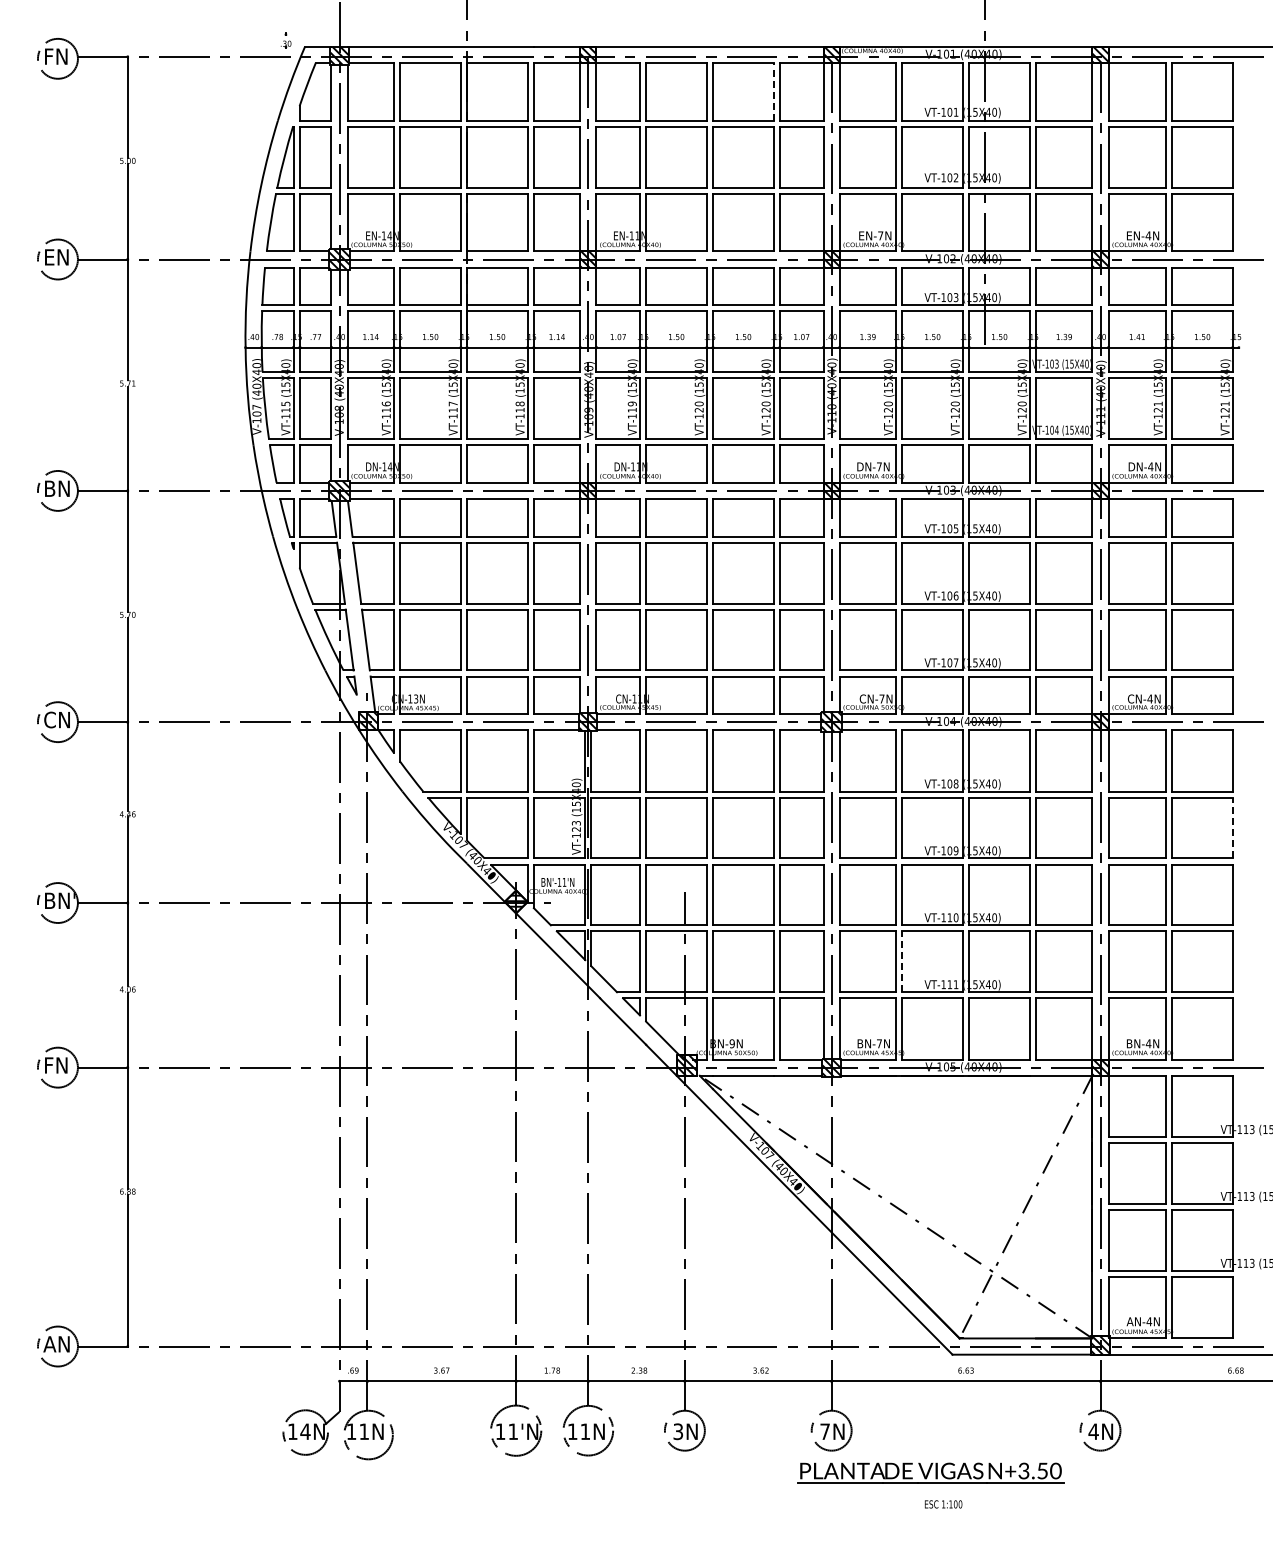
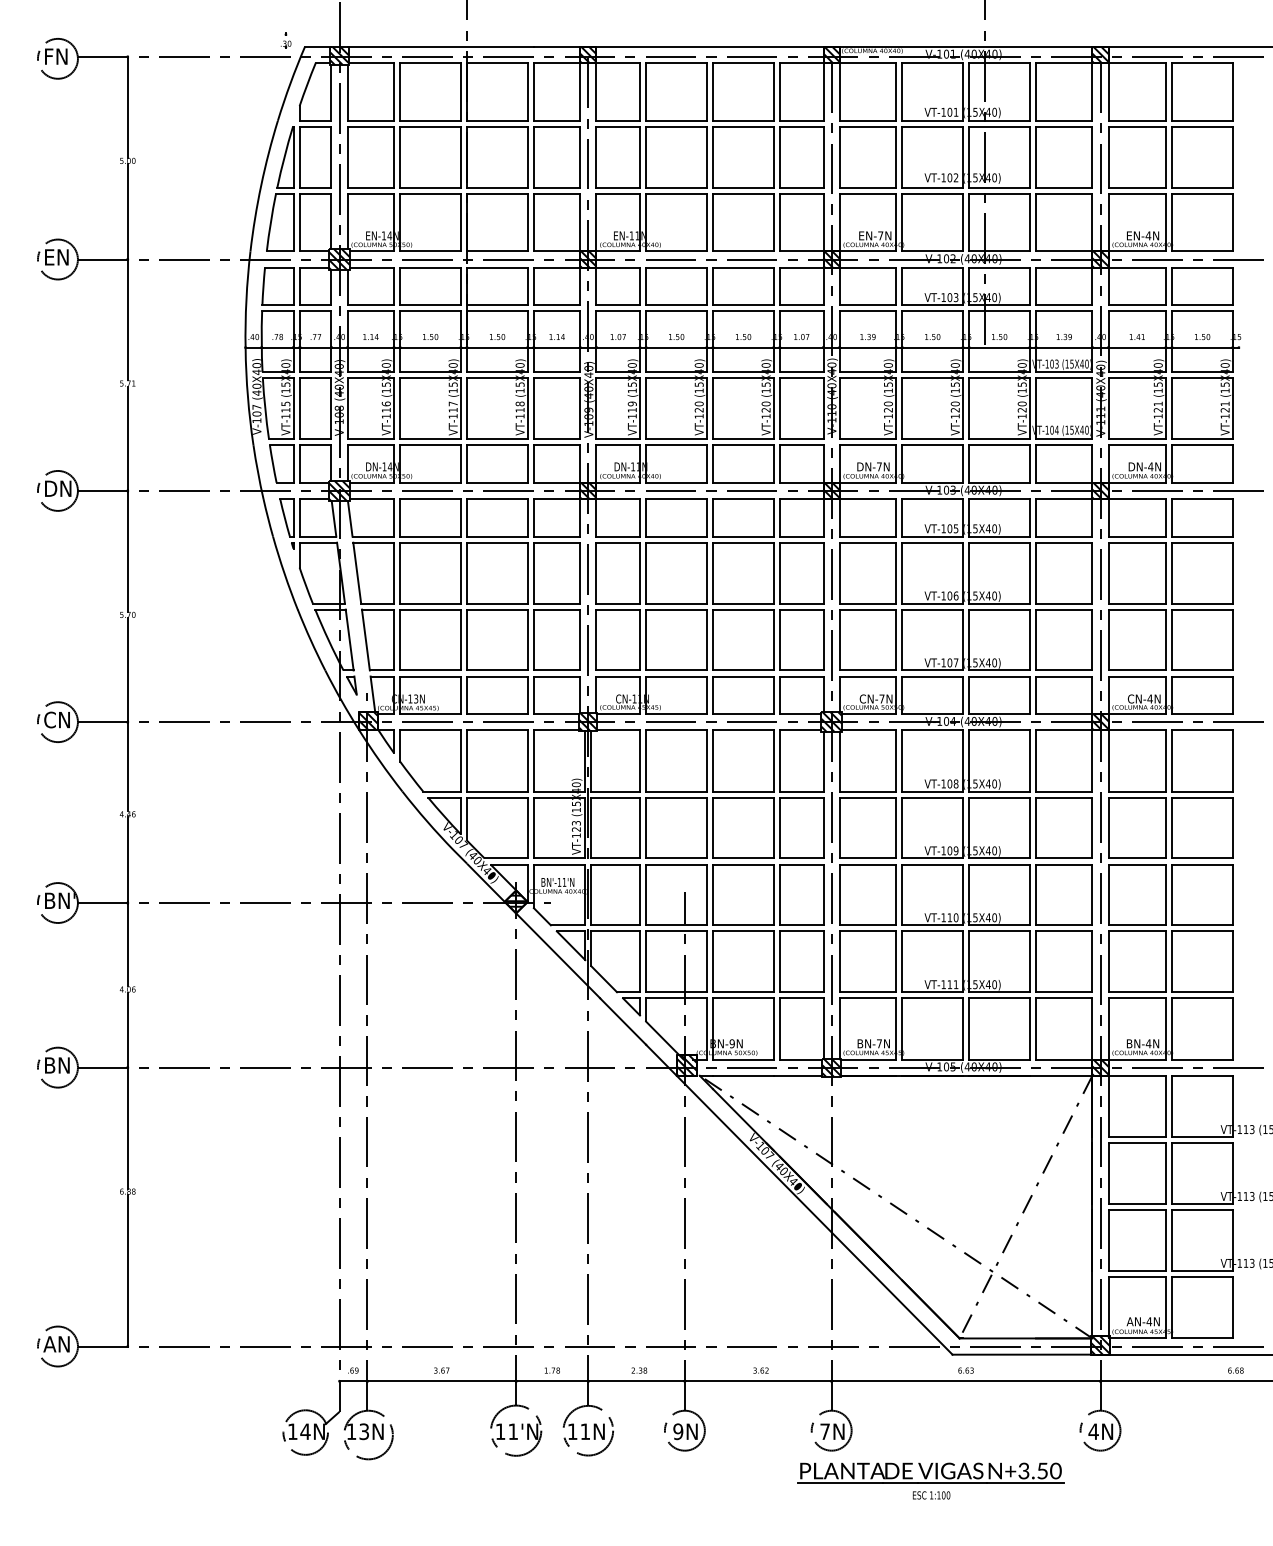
line at (773, 91): dashed -> solid
text at (59, 488): BN -> DN
line at (1232, 827): dashed -> solid
line at (902, 961): dashed -> solid
text at (58, 1065): FN -> BN
text at (363, 1431): 11N -> 13N
text at (678, 1431): 3N -> 9N
text at (943, 1504) position: (943, 1504) -> (931, 1495)
